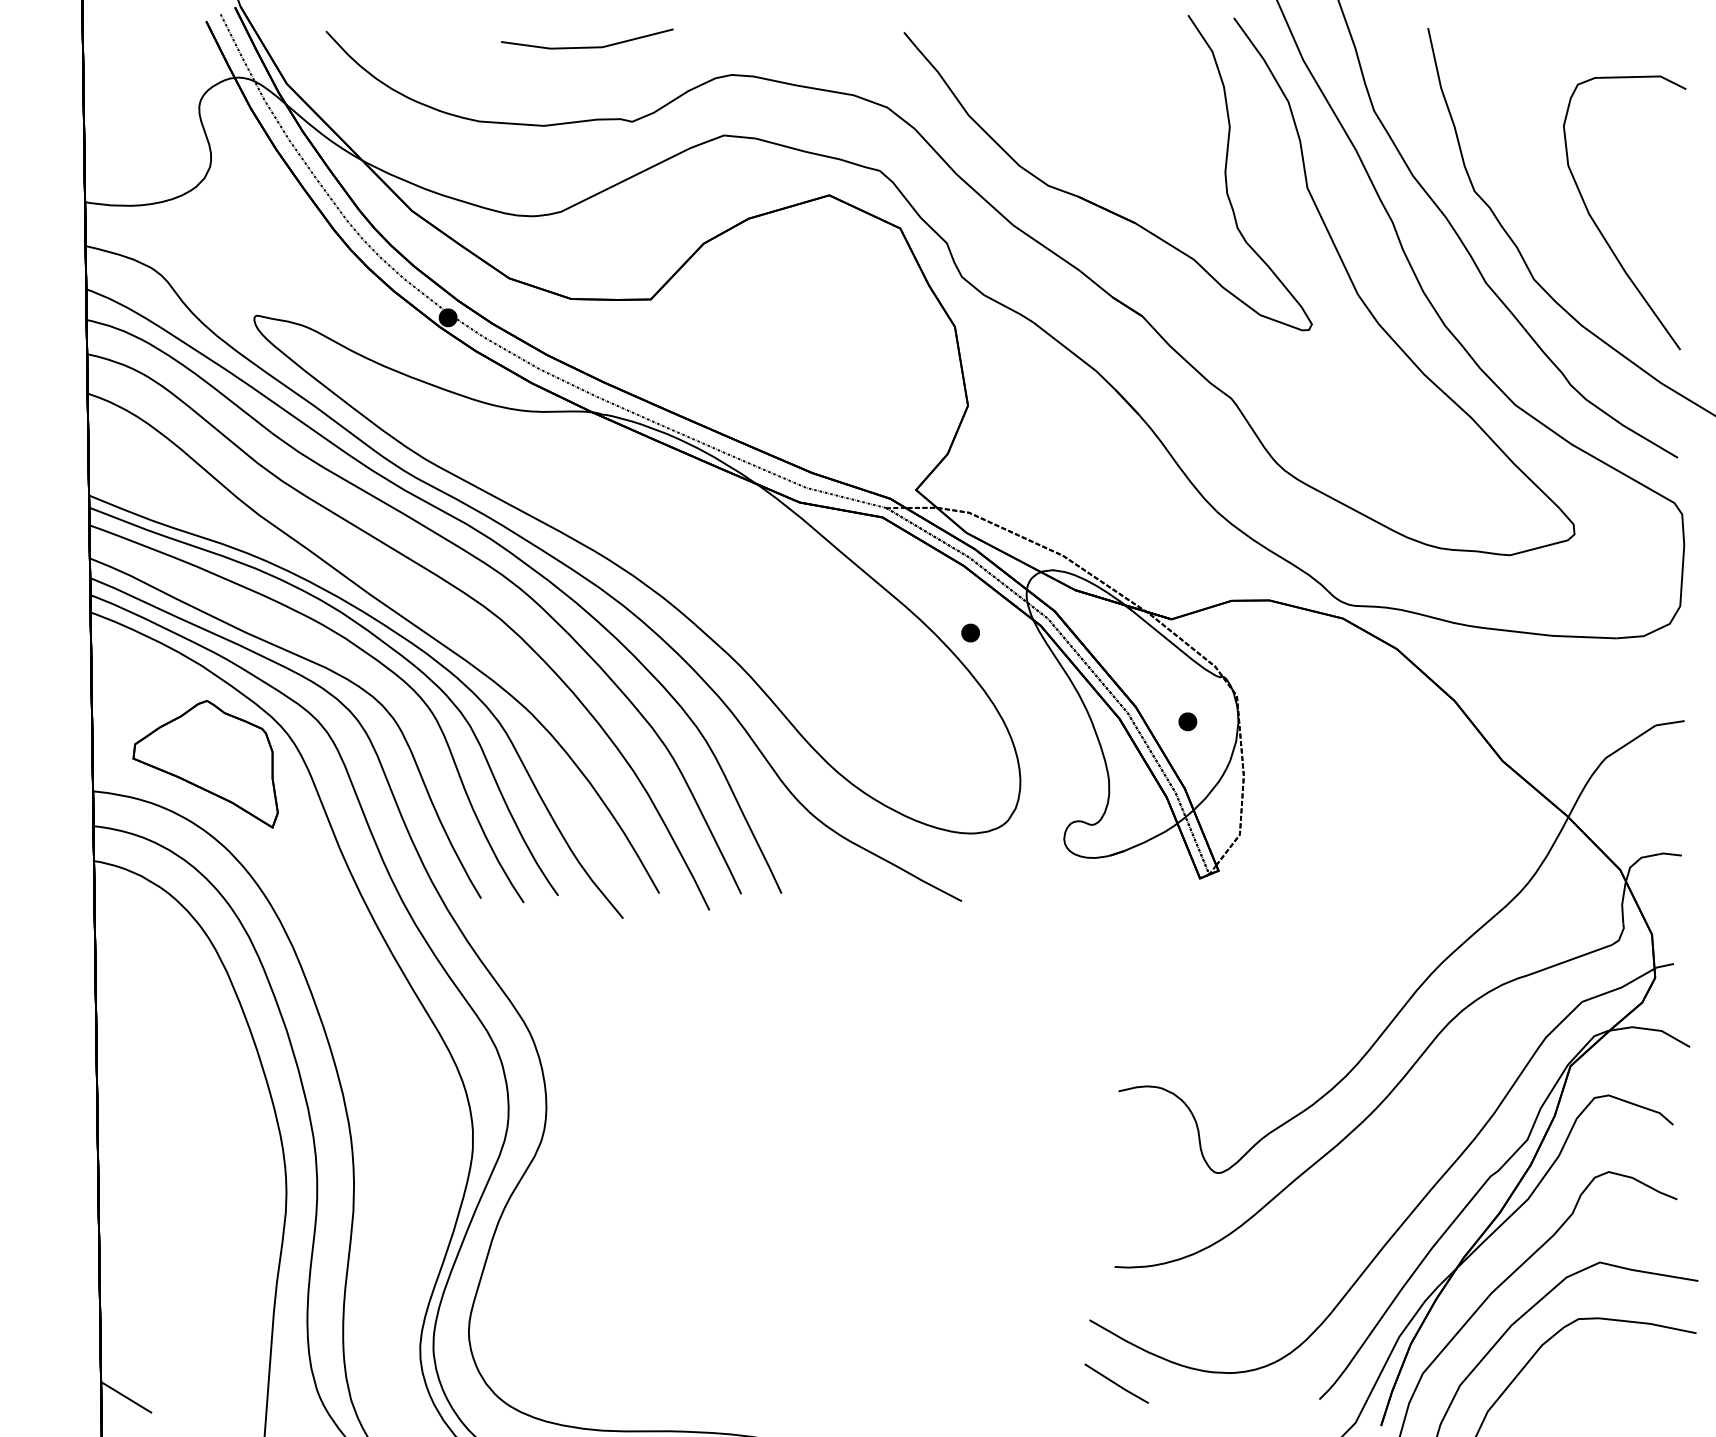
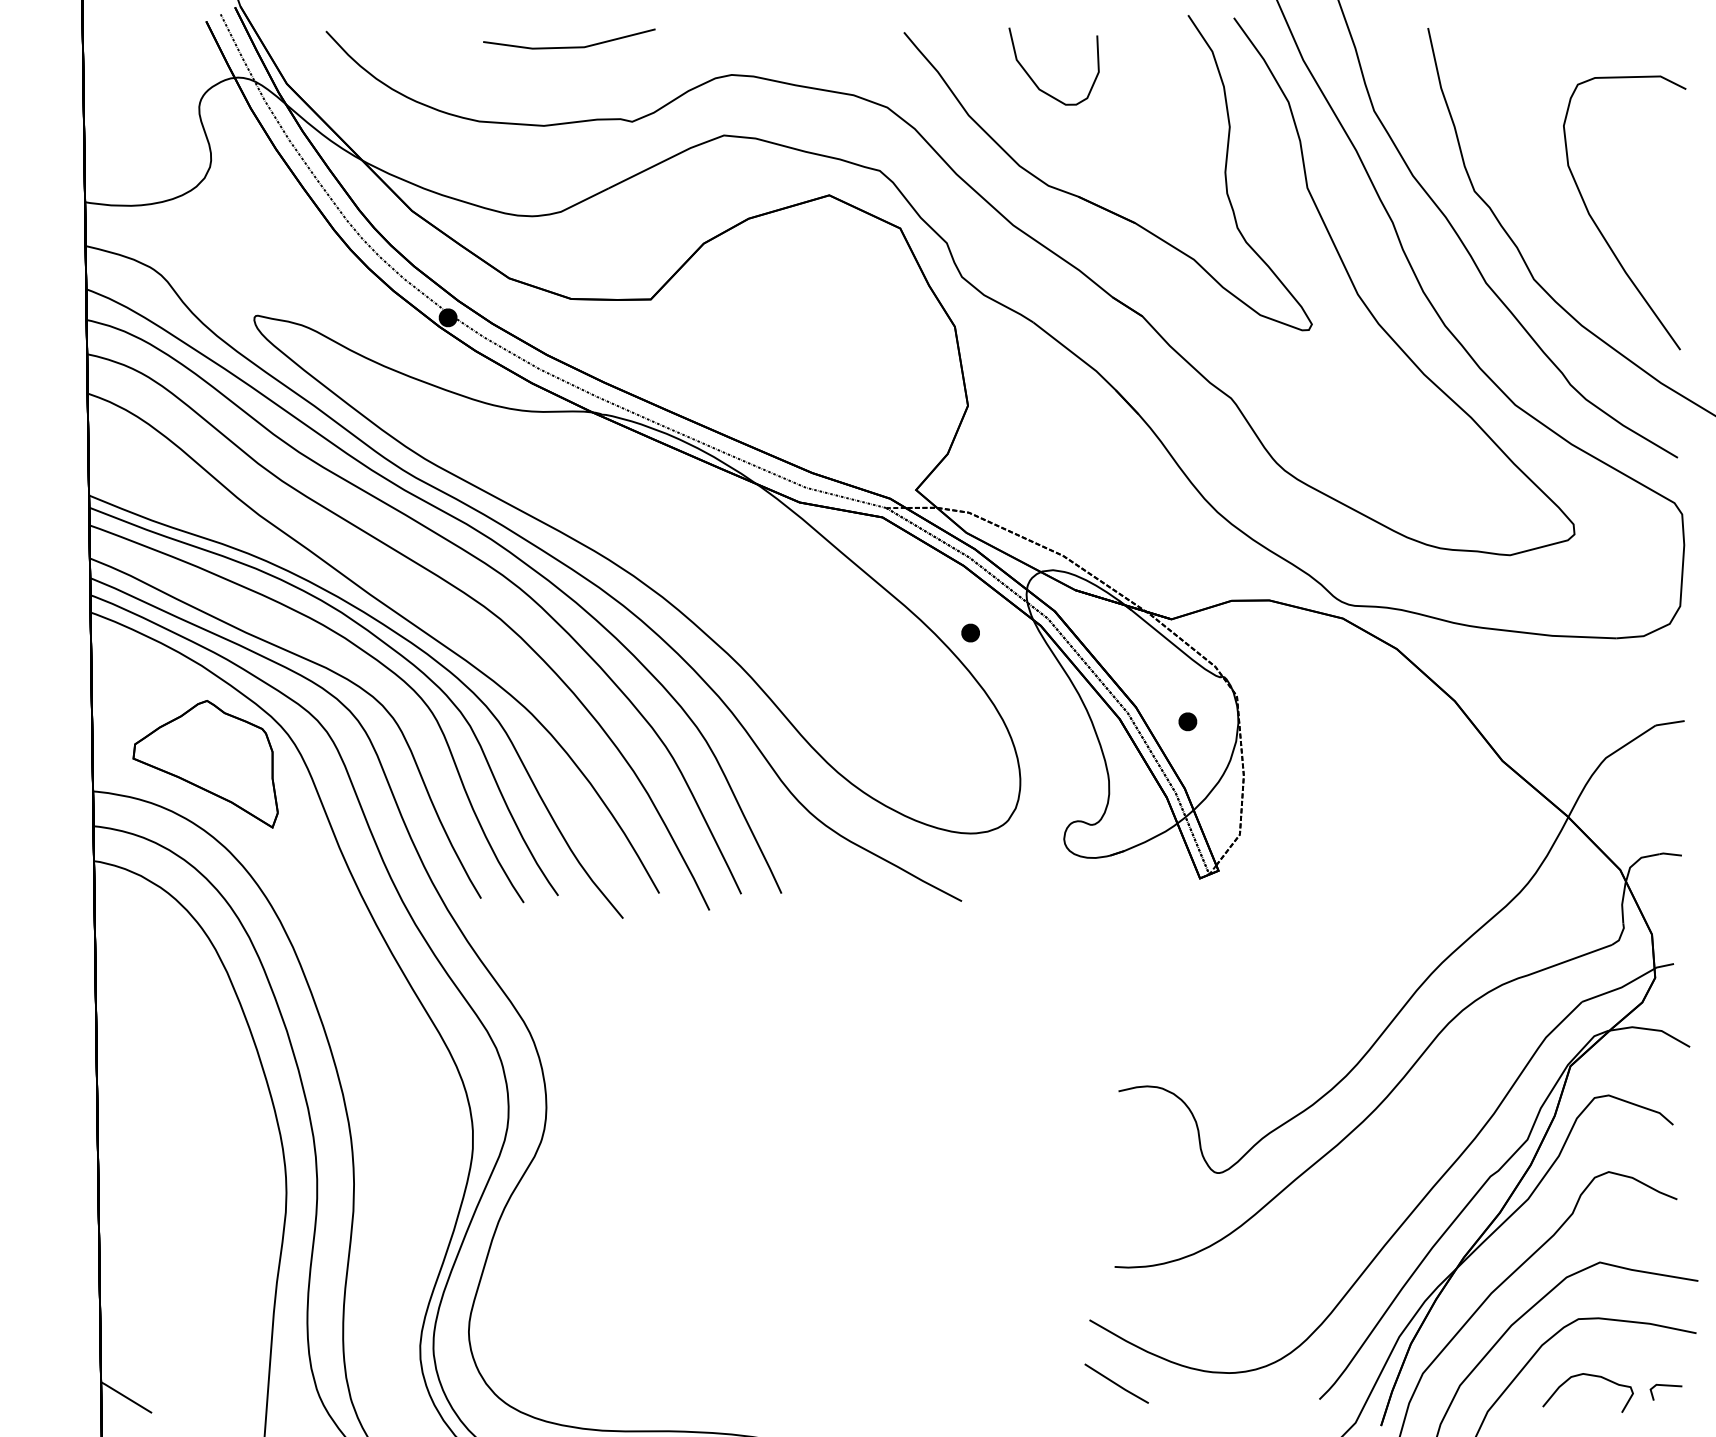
line at (587, 46) position: (587, 46) -> (569, 46)
curve at (1035, 82): none -> present
part at (1615, 1384): none -> present
